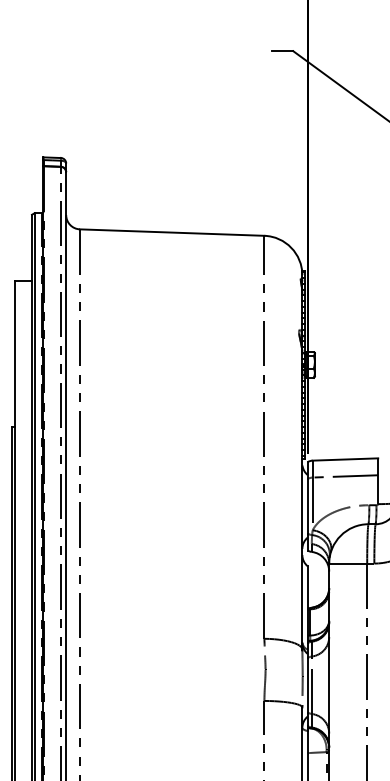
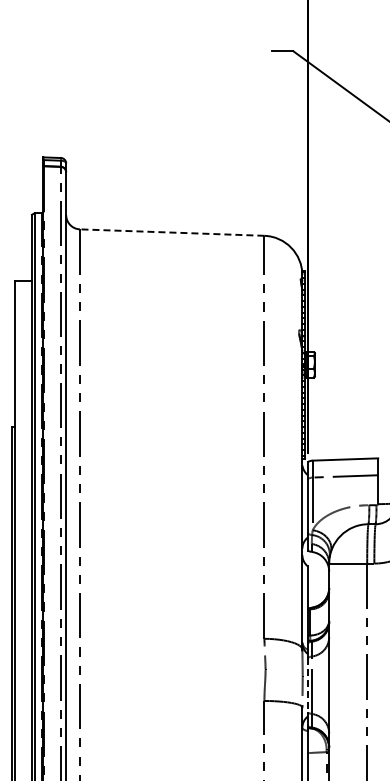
line at (171, 232): solid -> dashed
line at (307, 685): solid -> dashed
